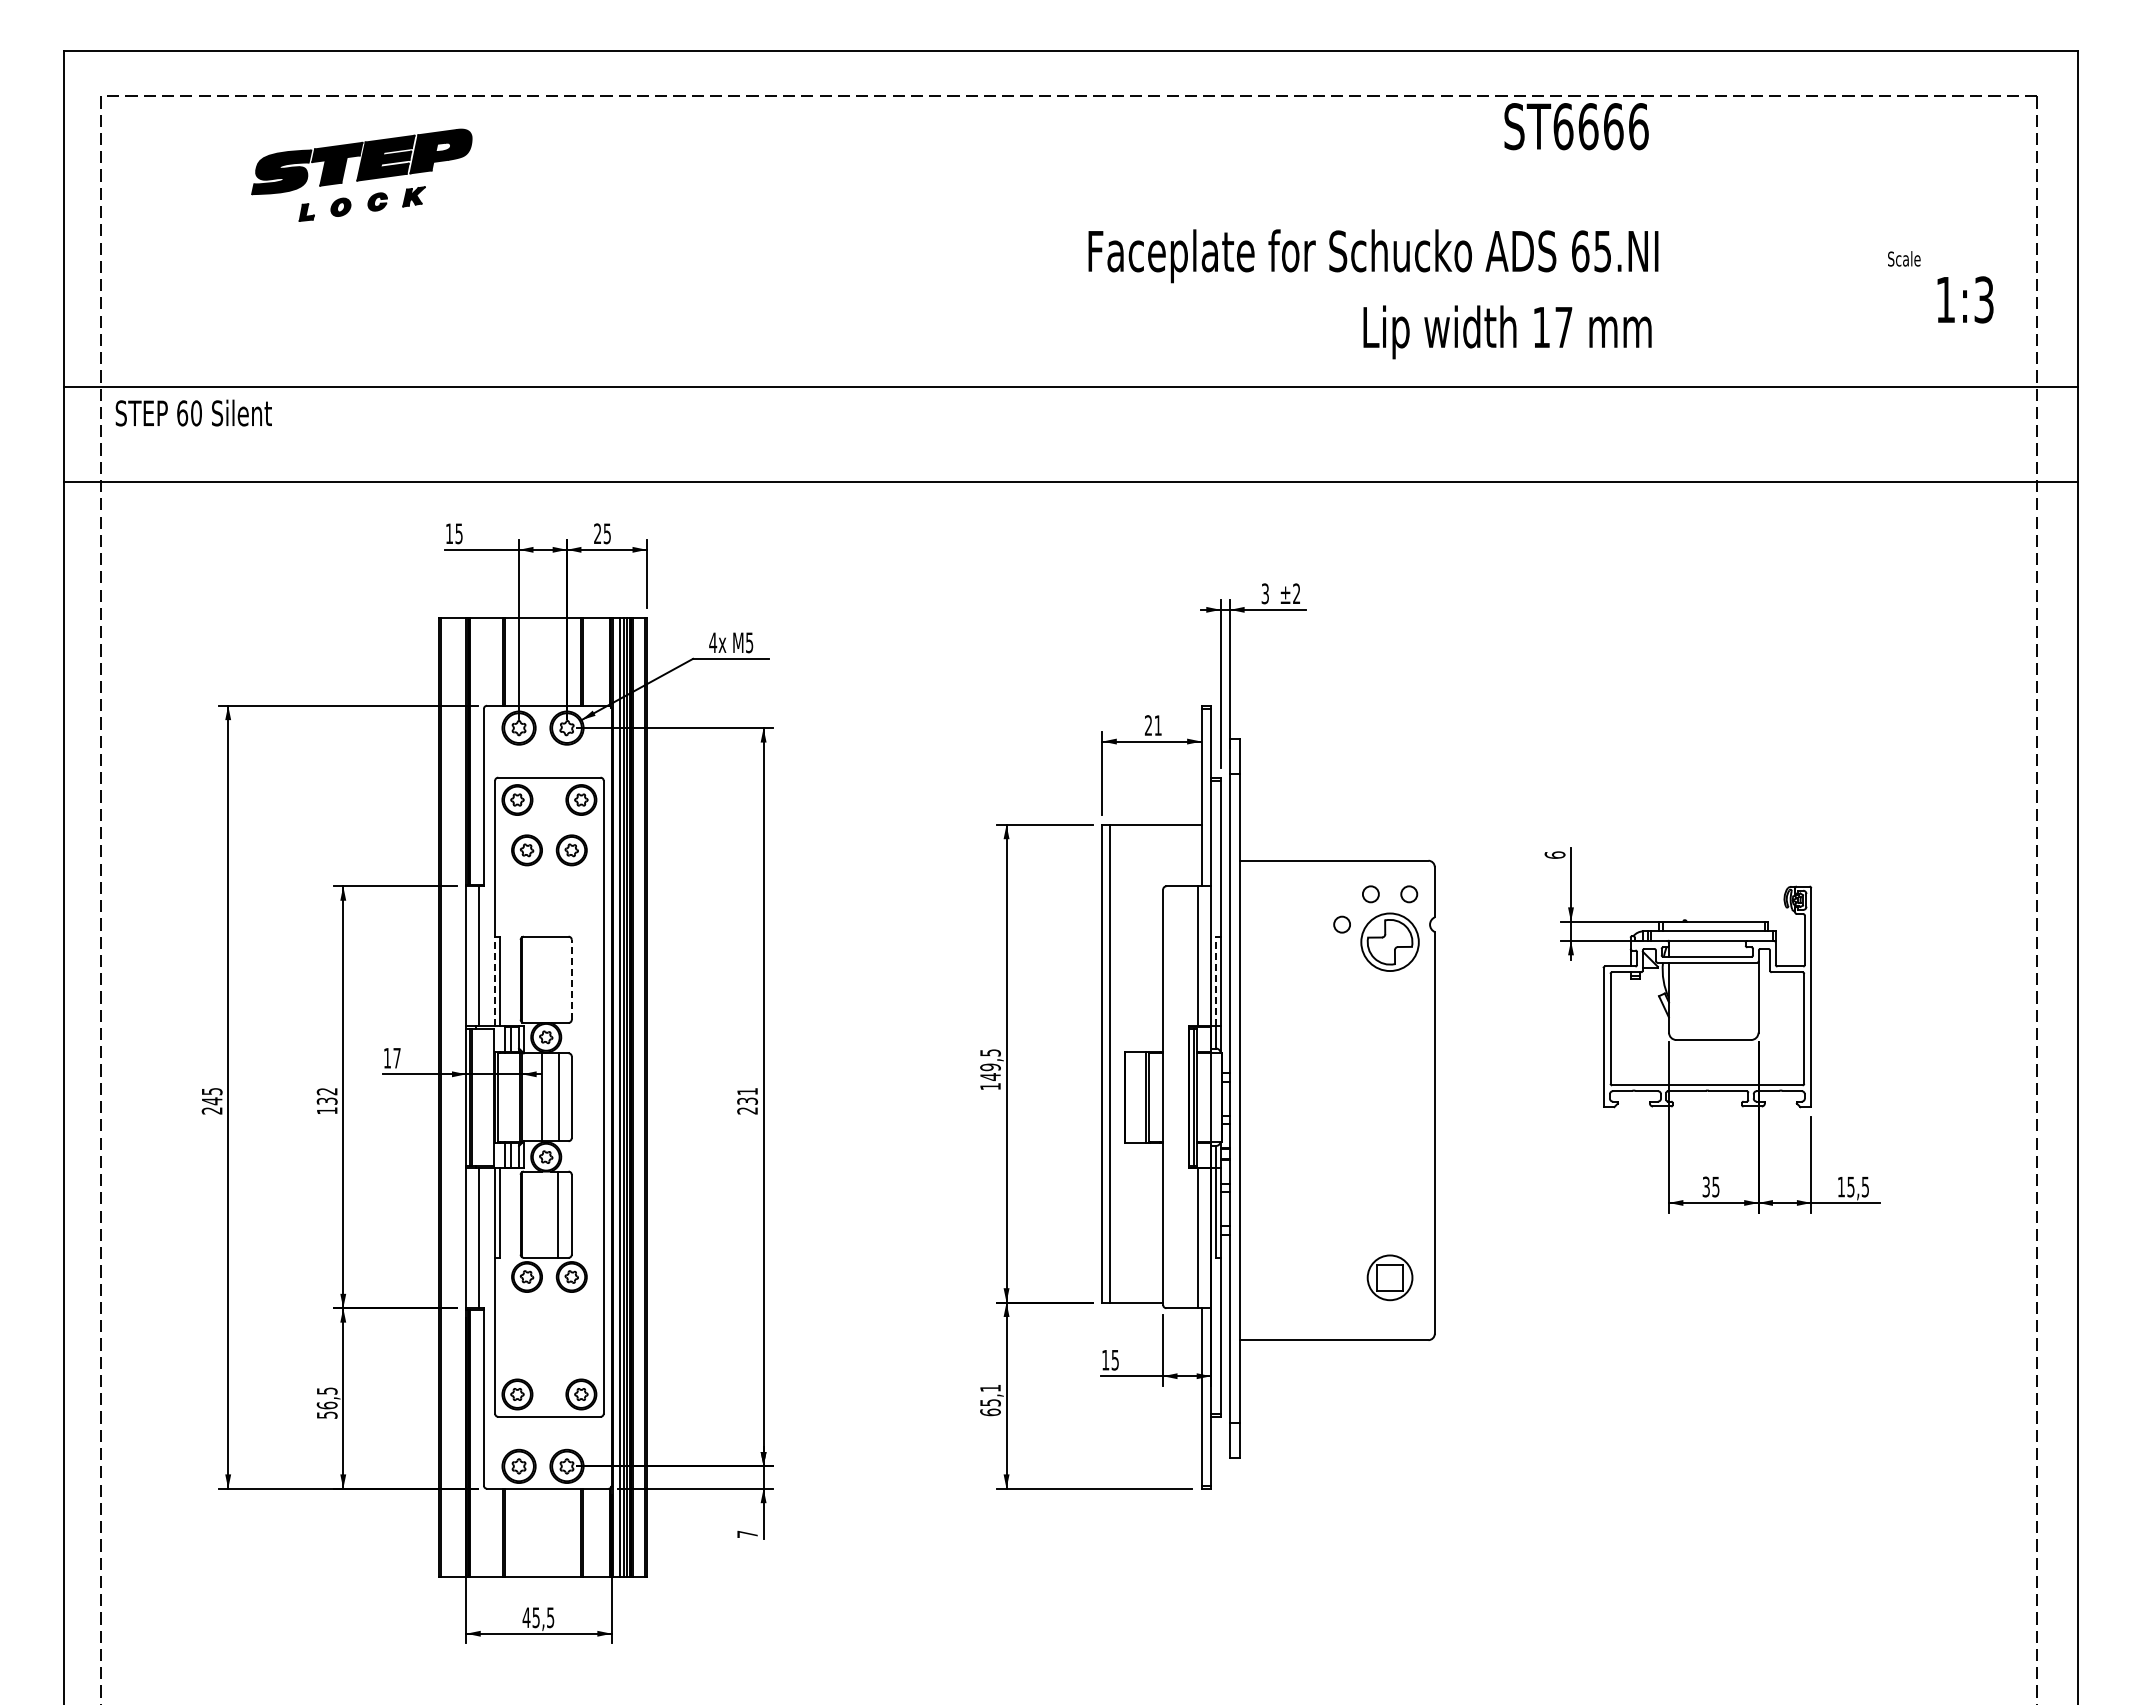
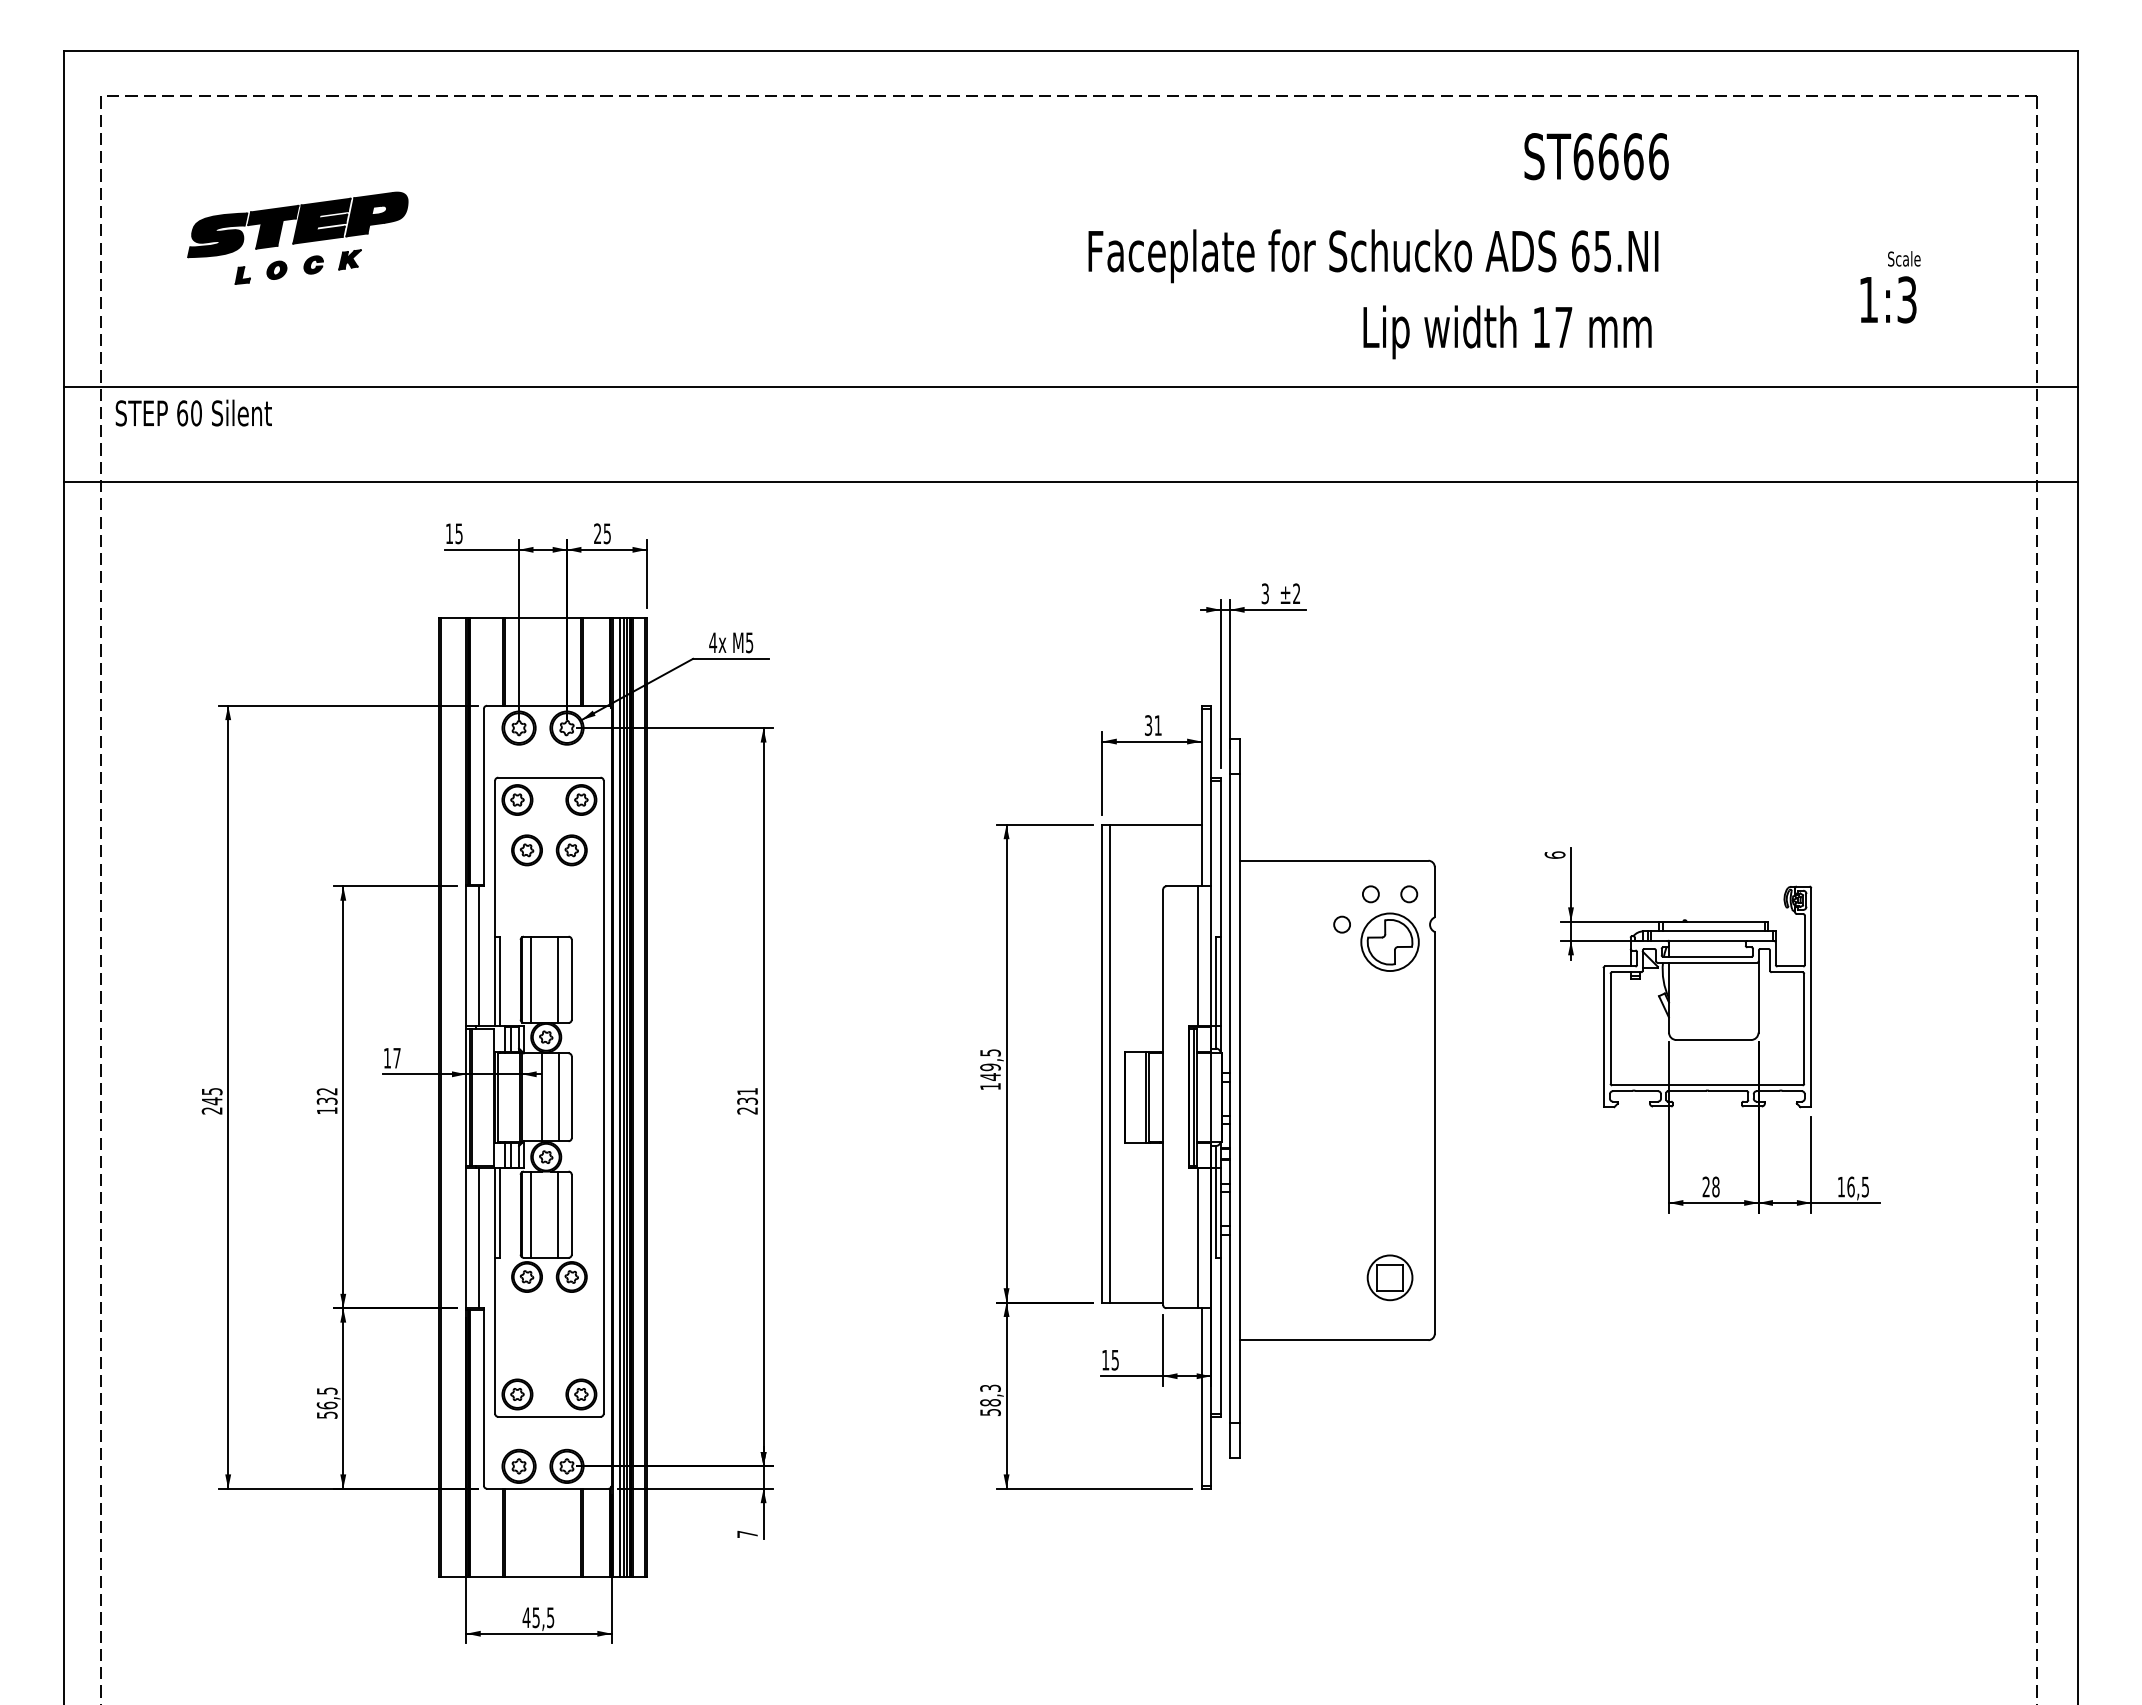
text at (1576, 126) position: (1576, 126) -> (1596, 156)
part at (361, 174) position: (361, 174) -> (297, 237)
text at (1965, 299) position: (1965, 299) -> (1888, 299)
text at (1148, 725): 21 -> 31
line at (531, 979): none -> present
line at (557, 979): none -> present
line at (571, 979): dashed -> solid
line at (495, 981): dashed -> solid
line at (1215, 981): dashed -> solid
text at (1710, 1186): 35 -> 28
text at (1850, 1186): 15,5 -> 16,5
line at (531, 1214): none -> present
text at (990, 1400): 65,1 -> 58,3
